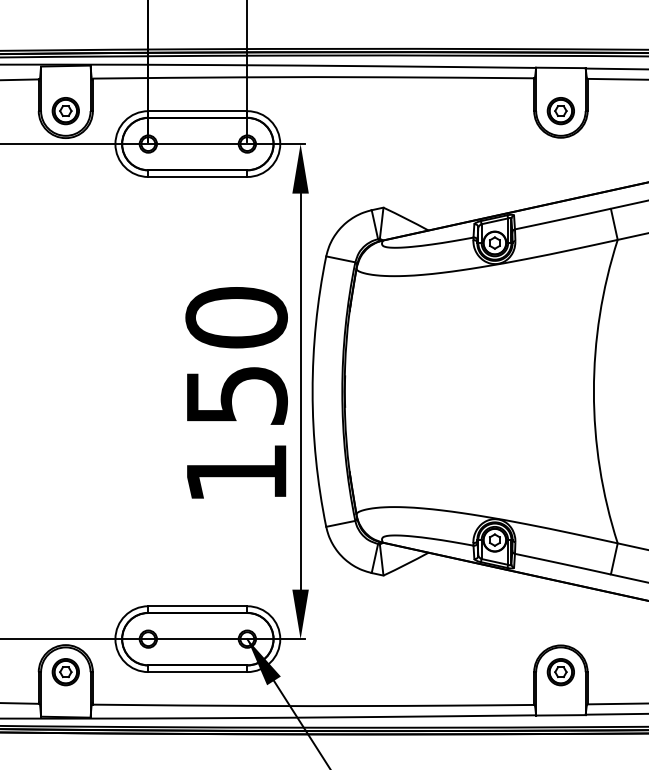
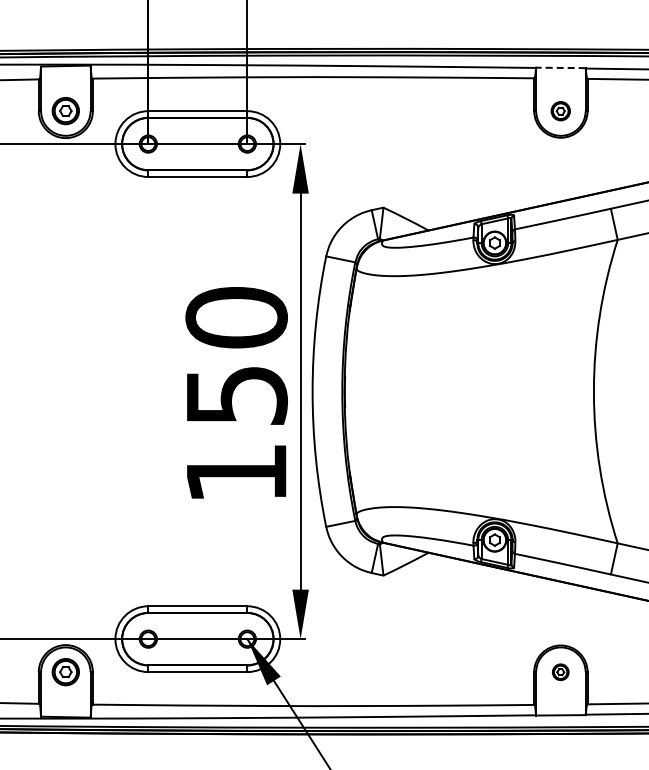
line at (560, 67): solid -> dashed
part at (560, 111) size: 29x29 px -> 21x21 px
part at (560, 672) size: 29x29 px -> 18x19 px
